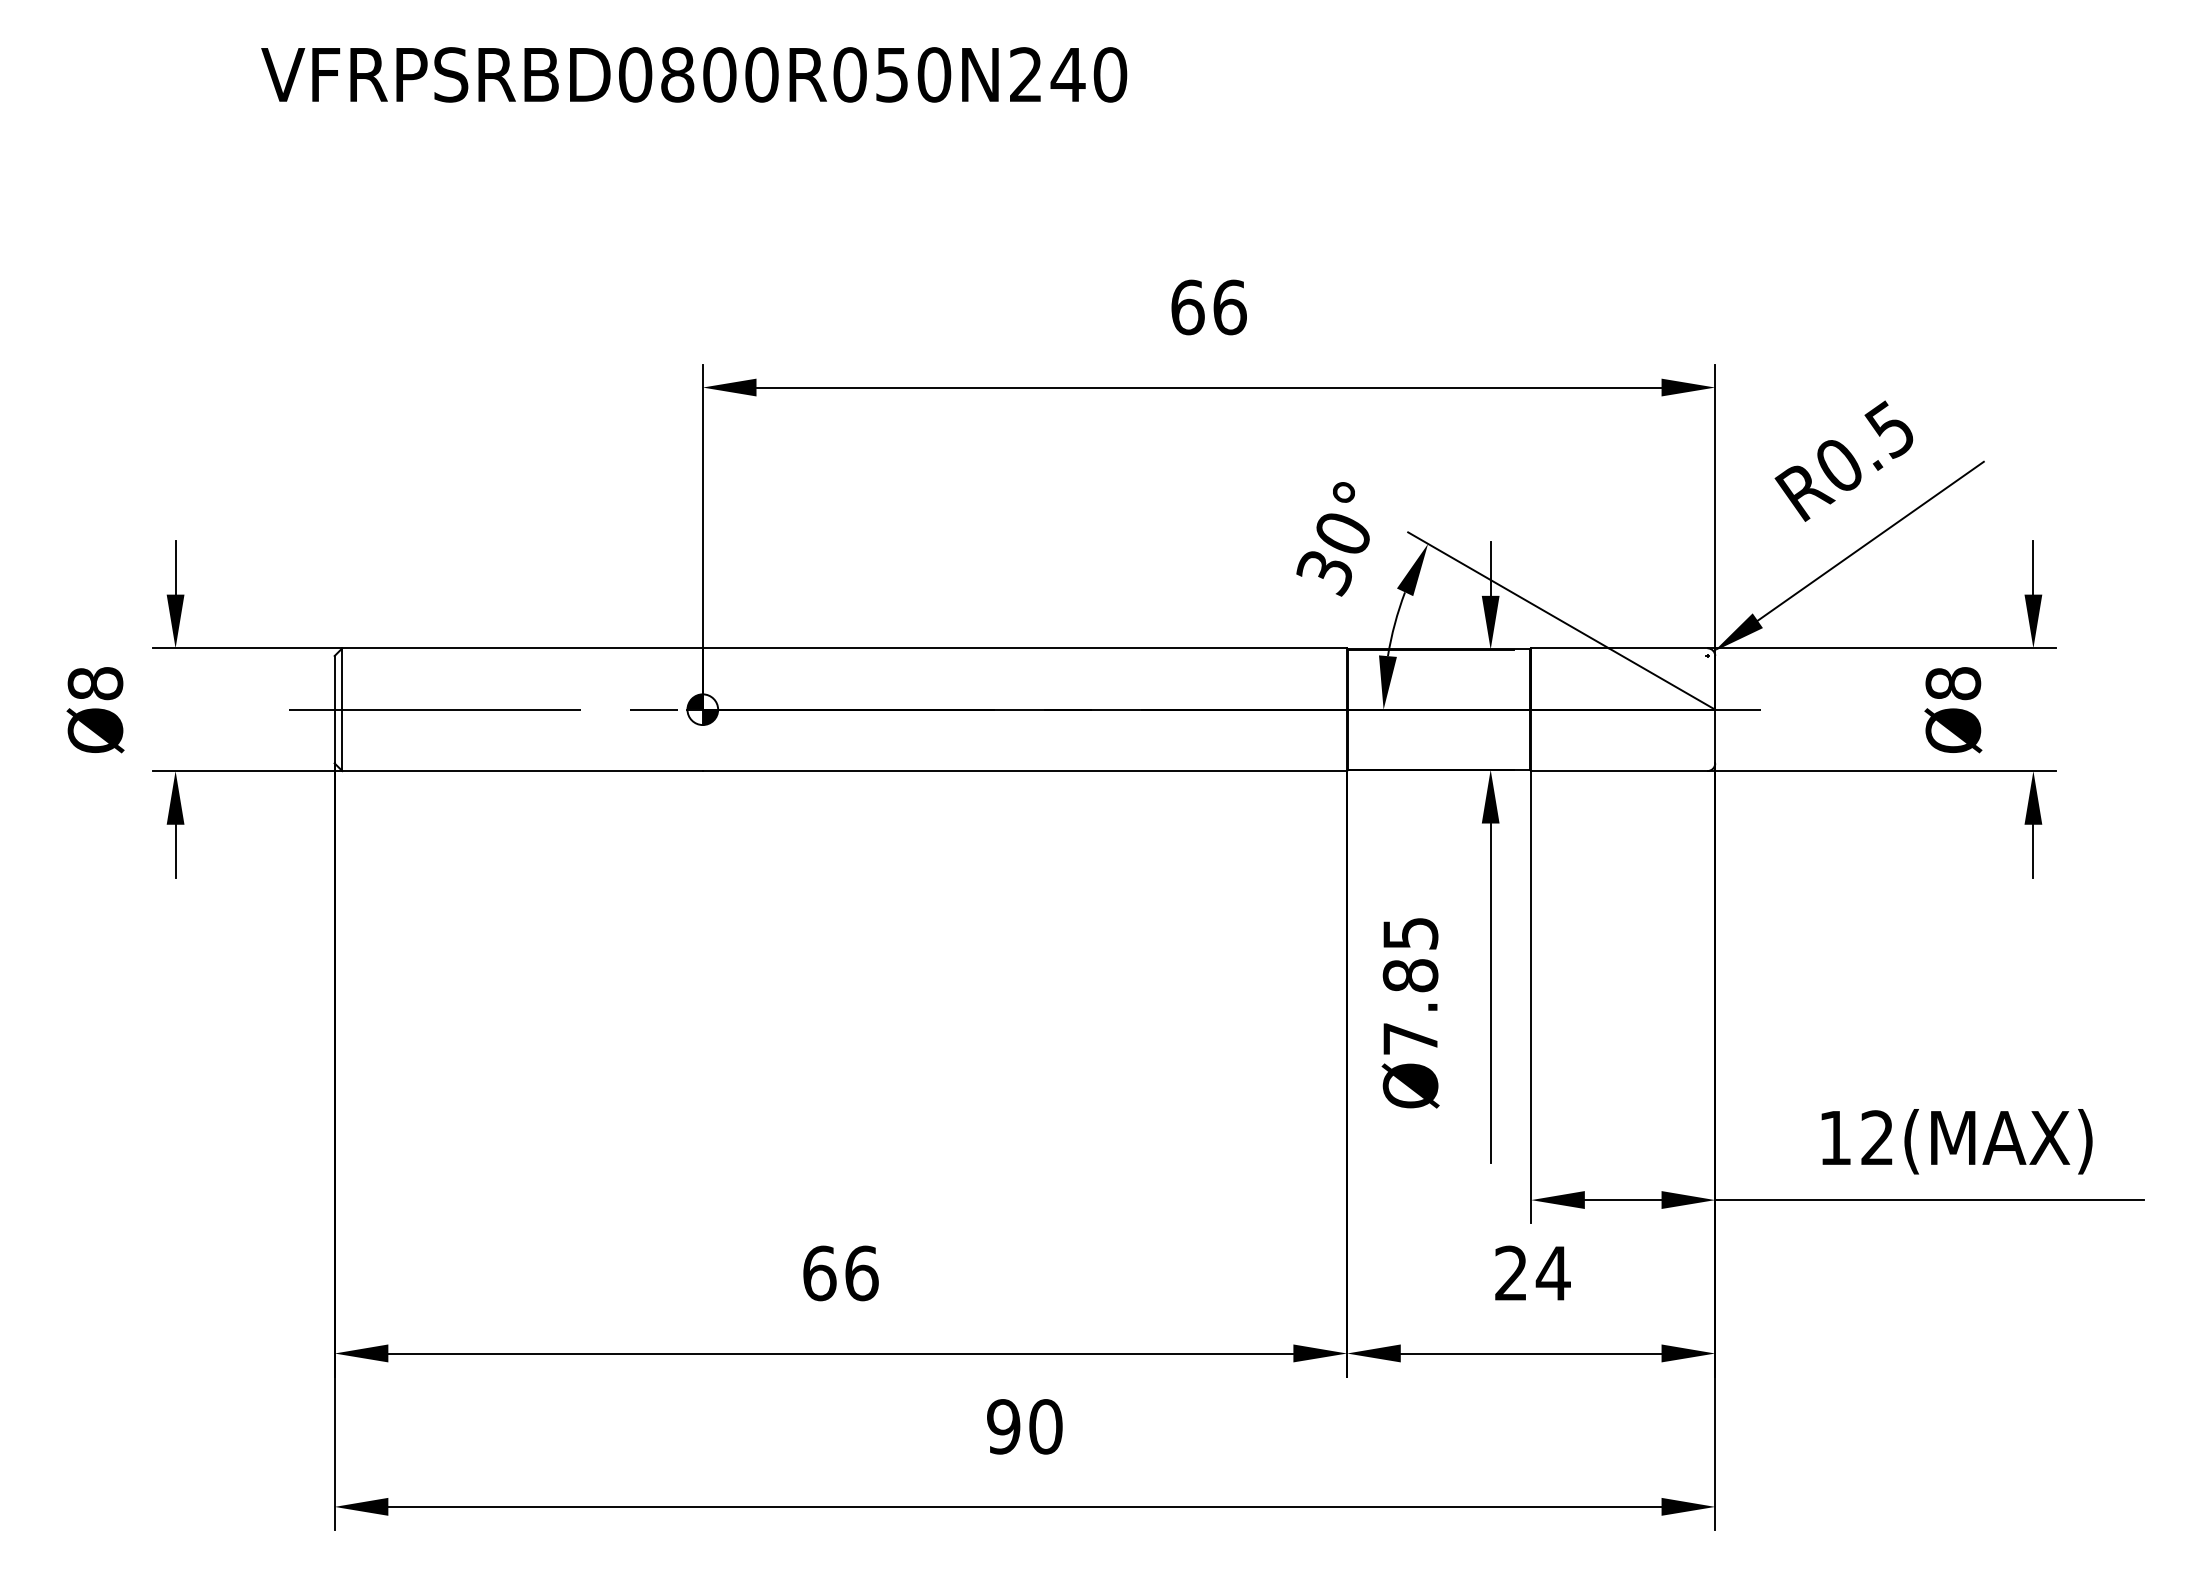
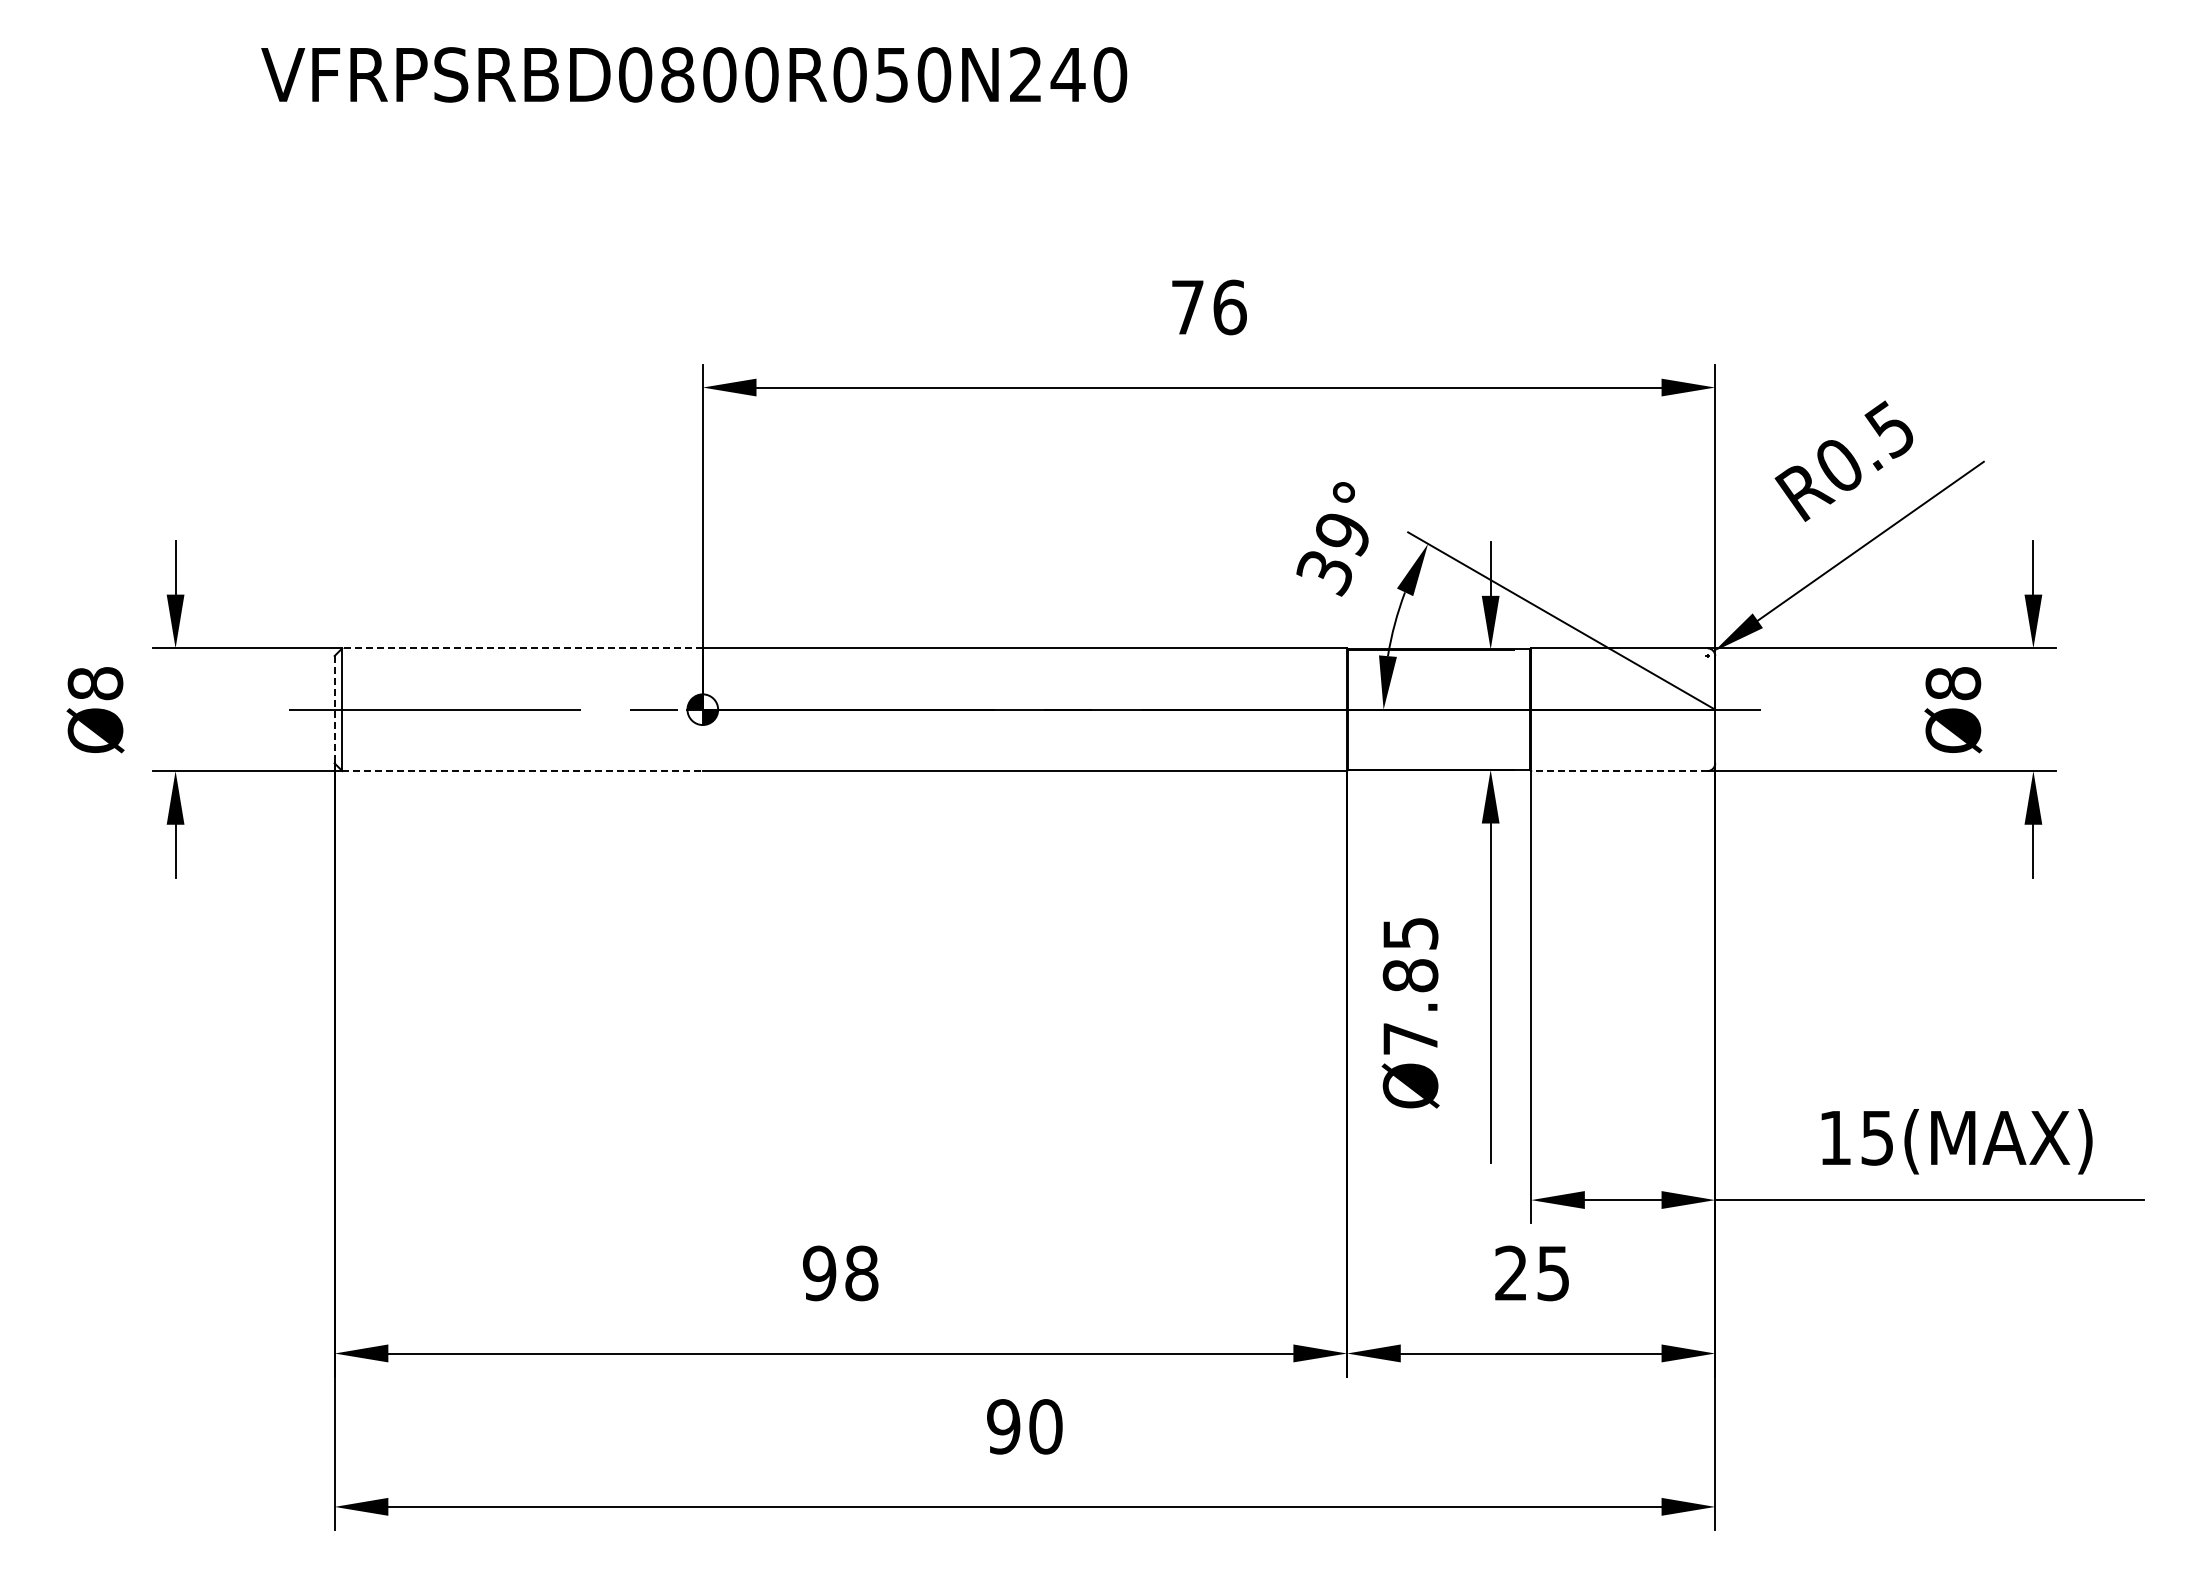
text at (1187, 307): 66 -> 76
text at (1342, 534): 30° -> 39°
line at (522, 648): solid -> dashed
line at (334, 709): solid -> dashed
line at (523, 771): solid -> dashed
line at (1618, 771): solid -> dashed
text at (1876, 1137): 12(MAX) -> 15(MAX)
text at (840, 1273): 66 -> 98
text at (1552, 1273): 24 -> 25
